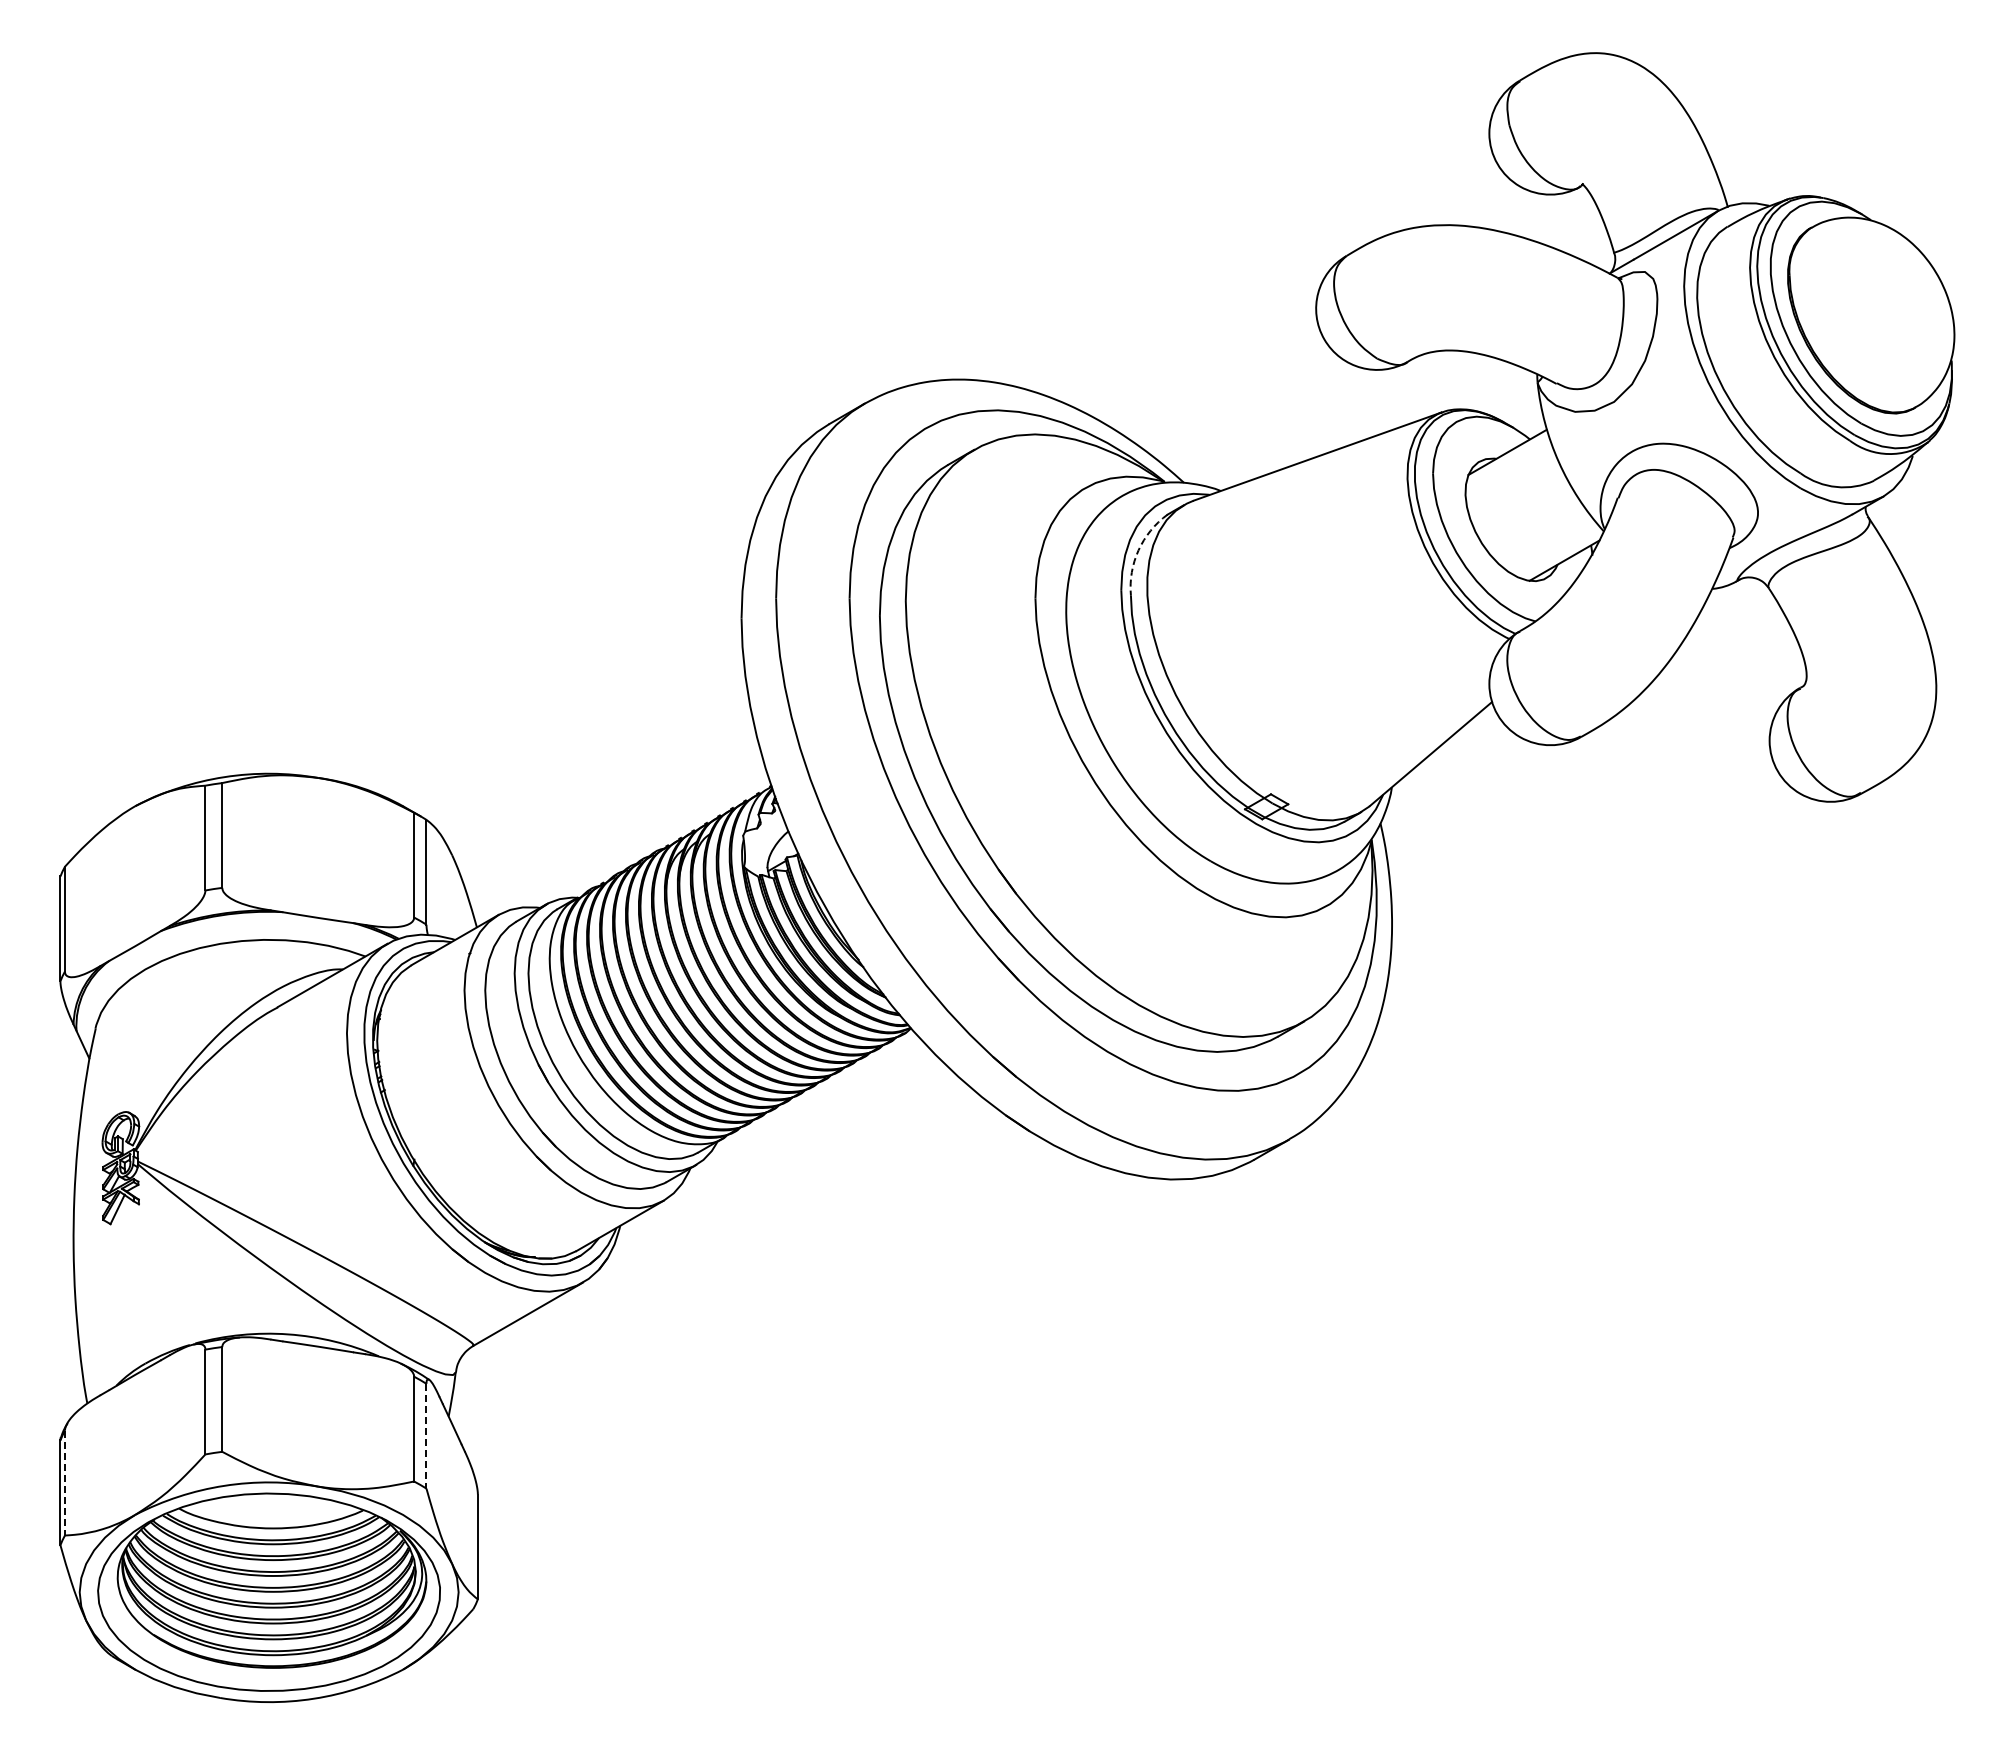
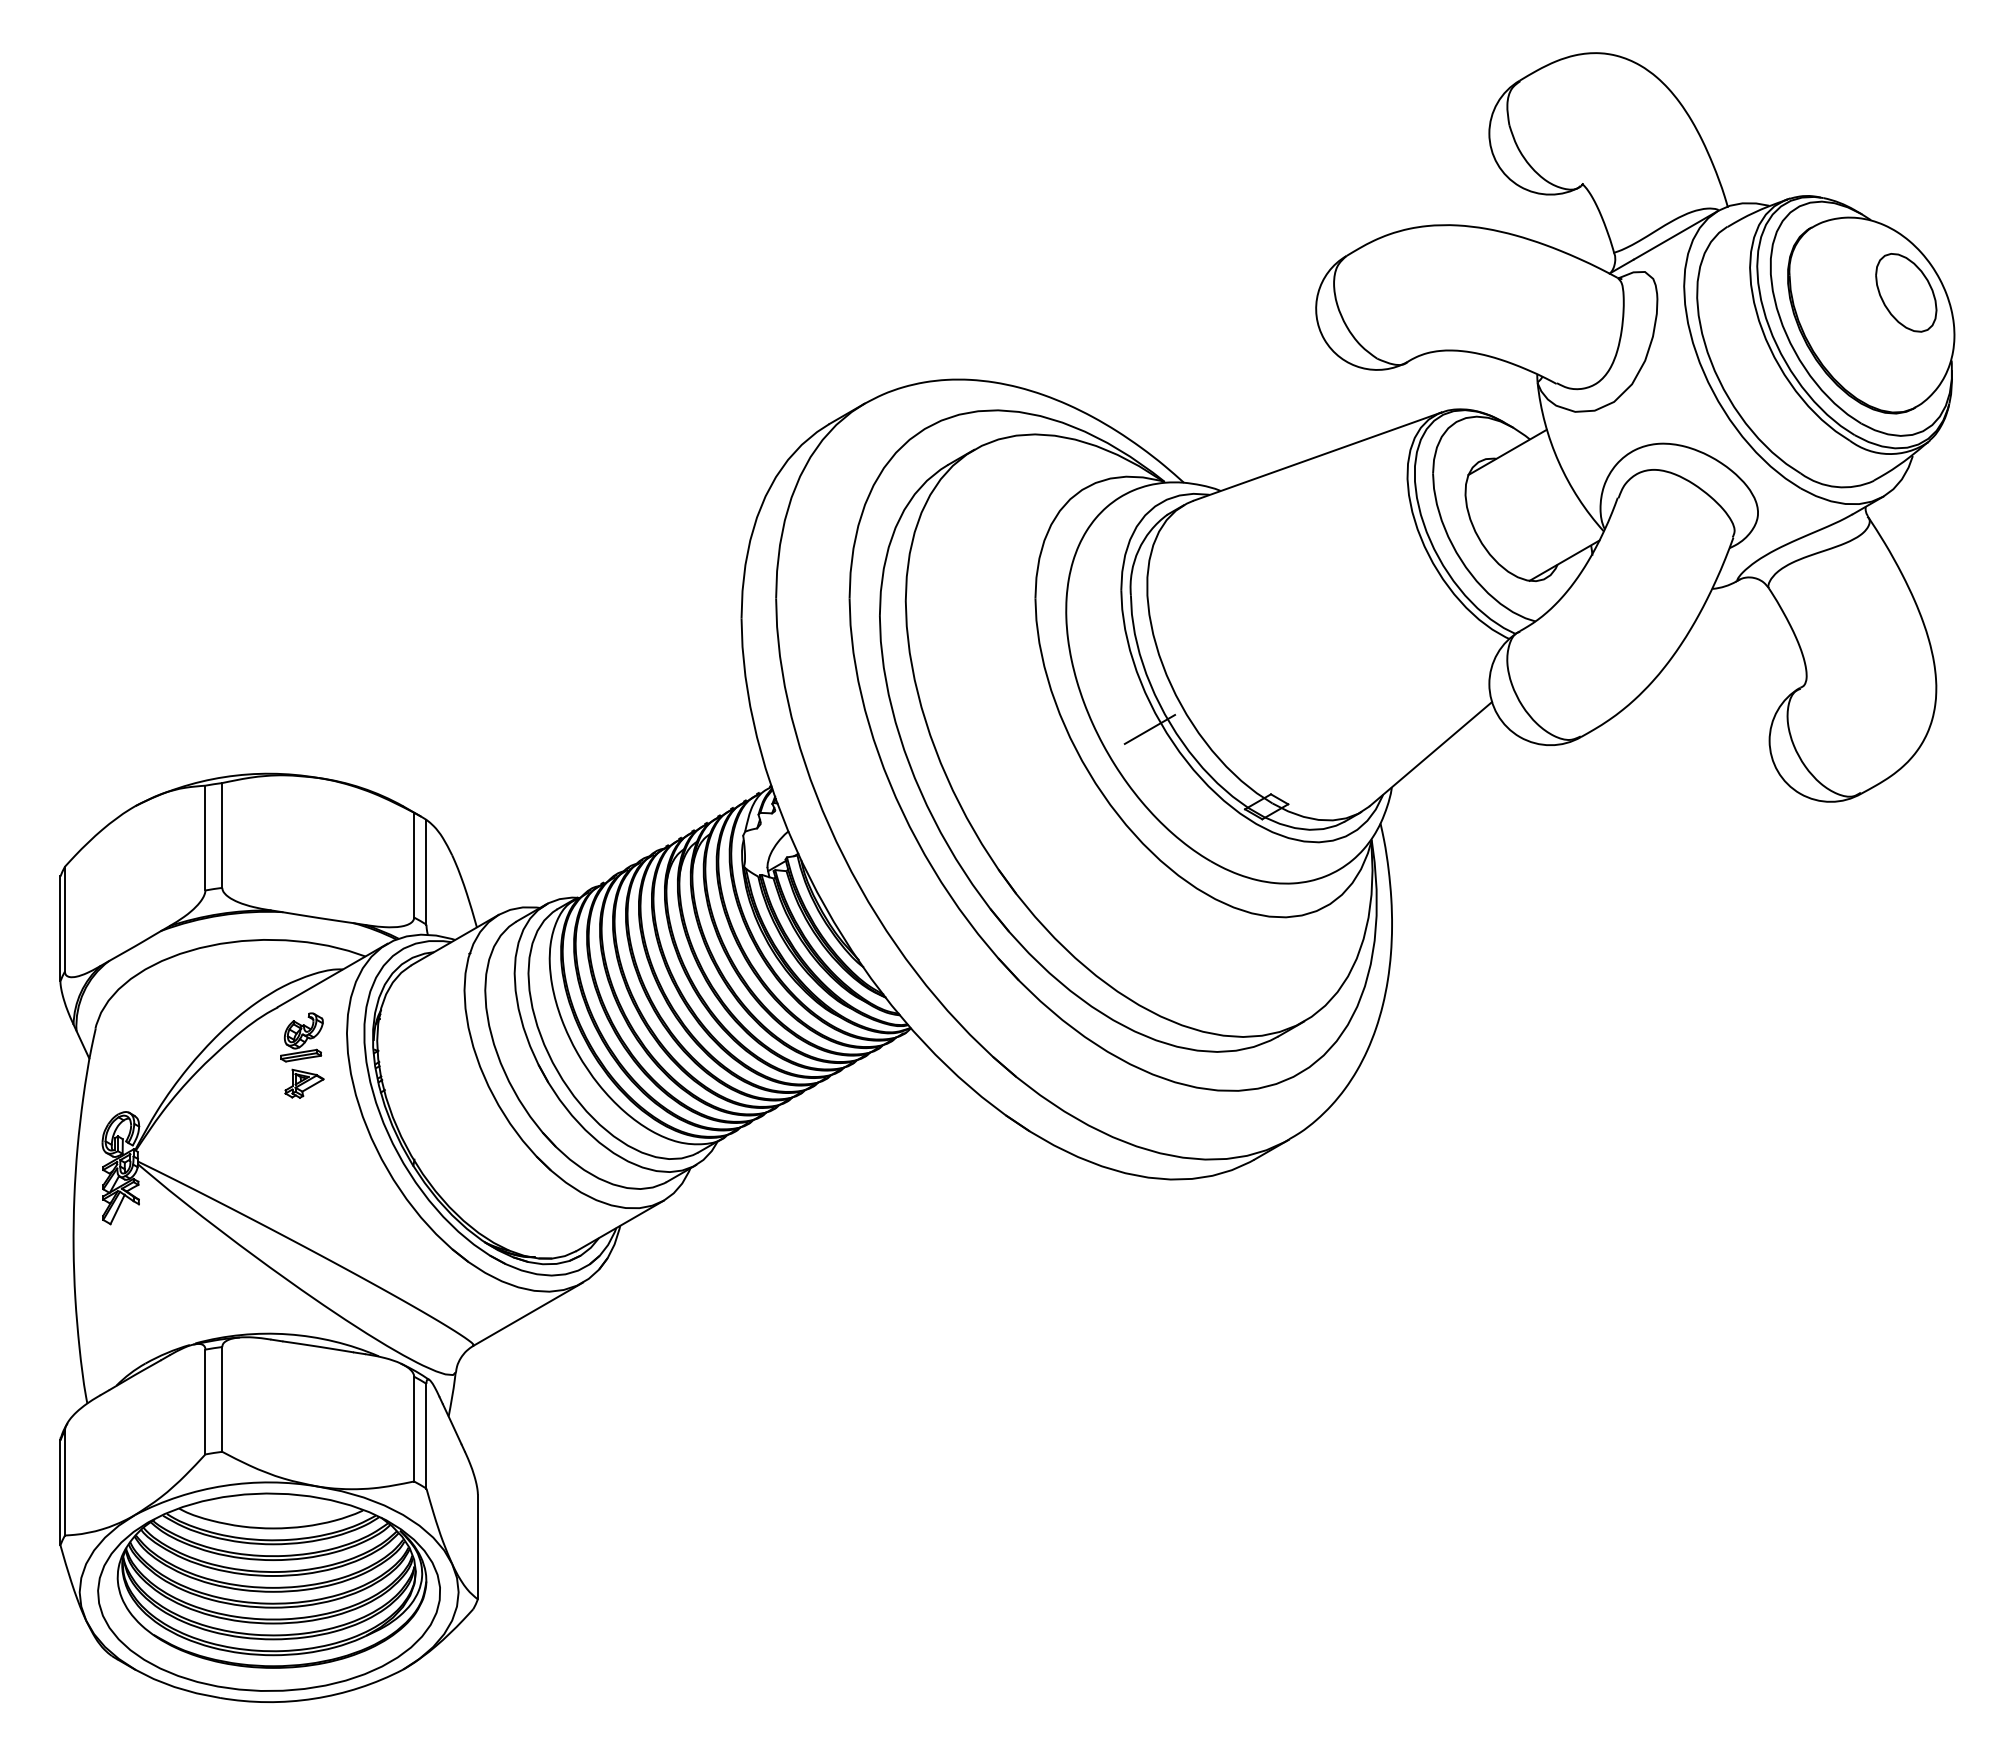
part at (1906, 292): none -> present
arc at (1138, 550): dashed -> solid
line at (1149, 729): none -> present
part at (302, 1055): none -> present
line at (426, 1436): dashed -> solid
line at (64, 1483): dashed -> solid
